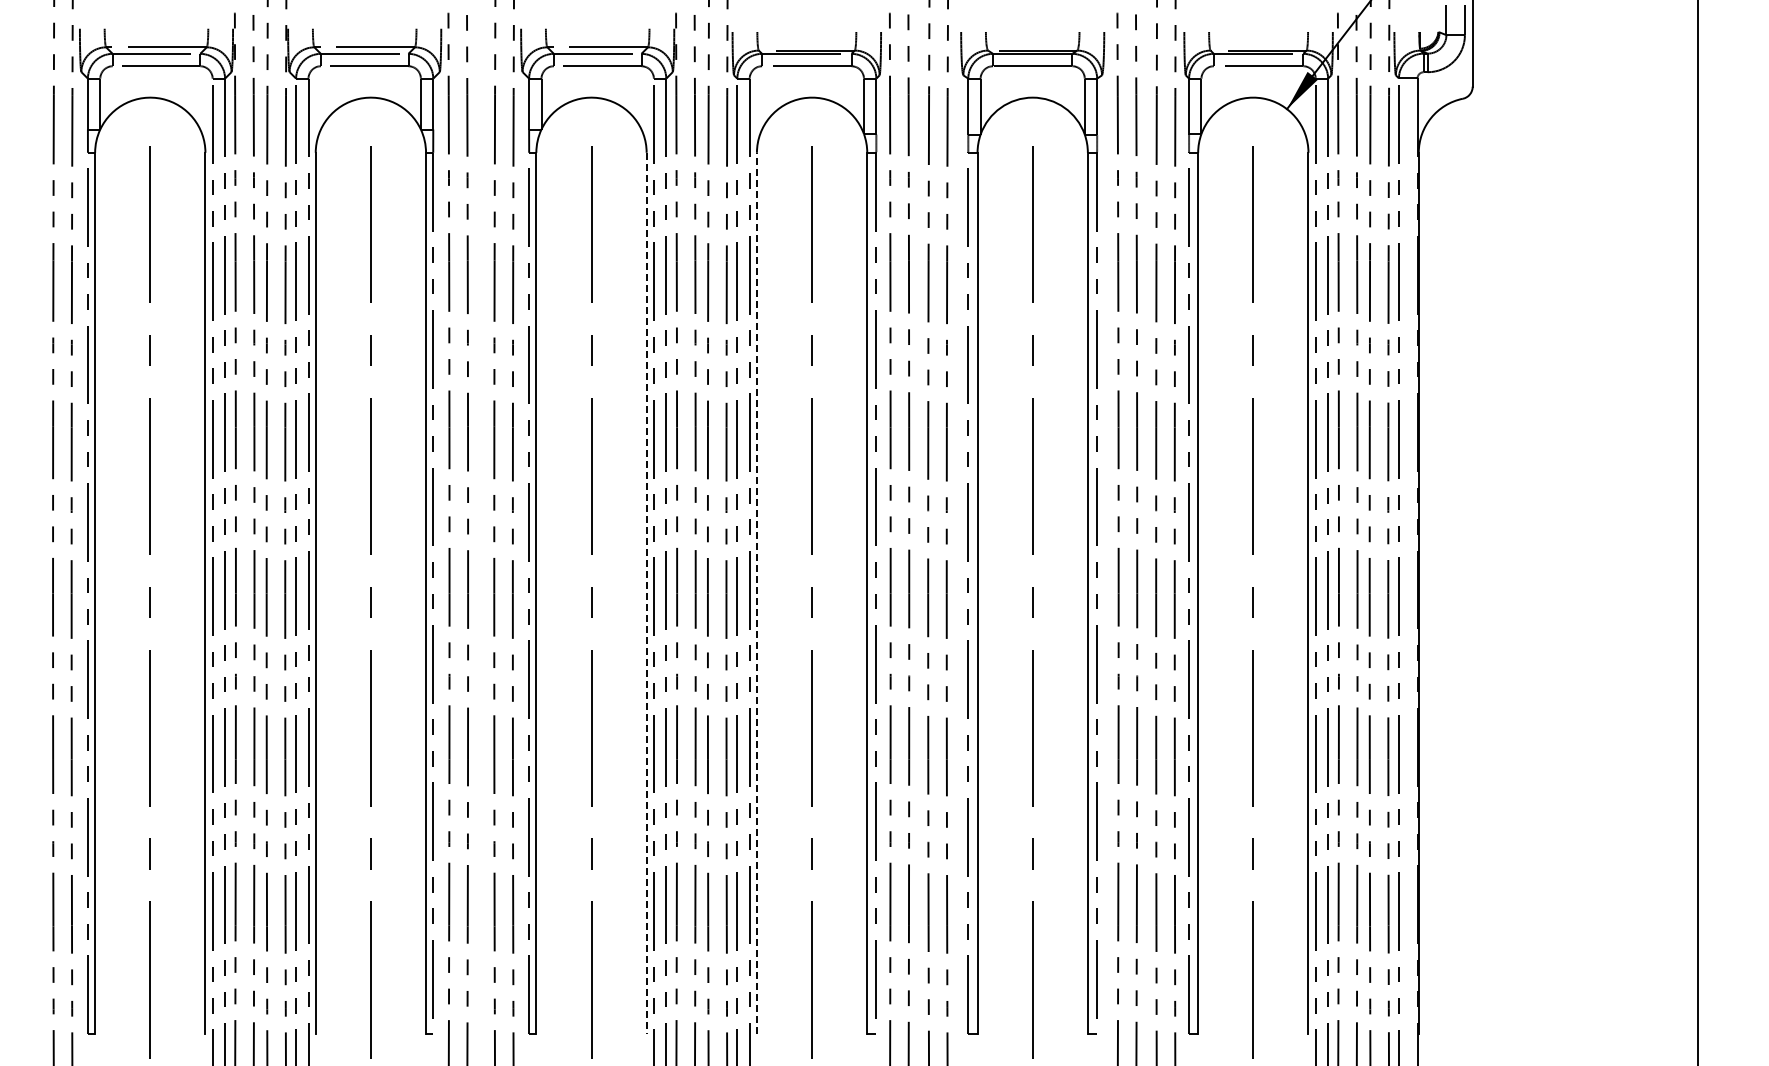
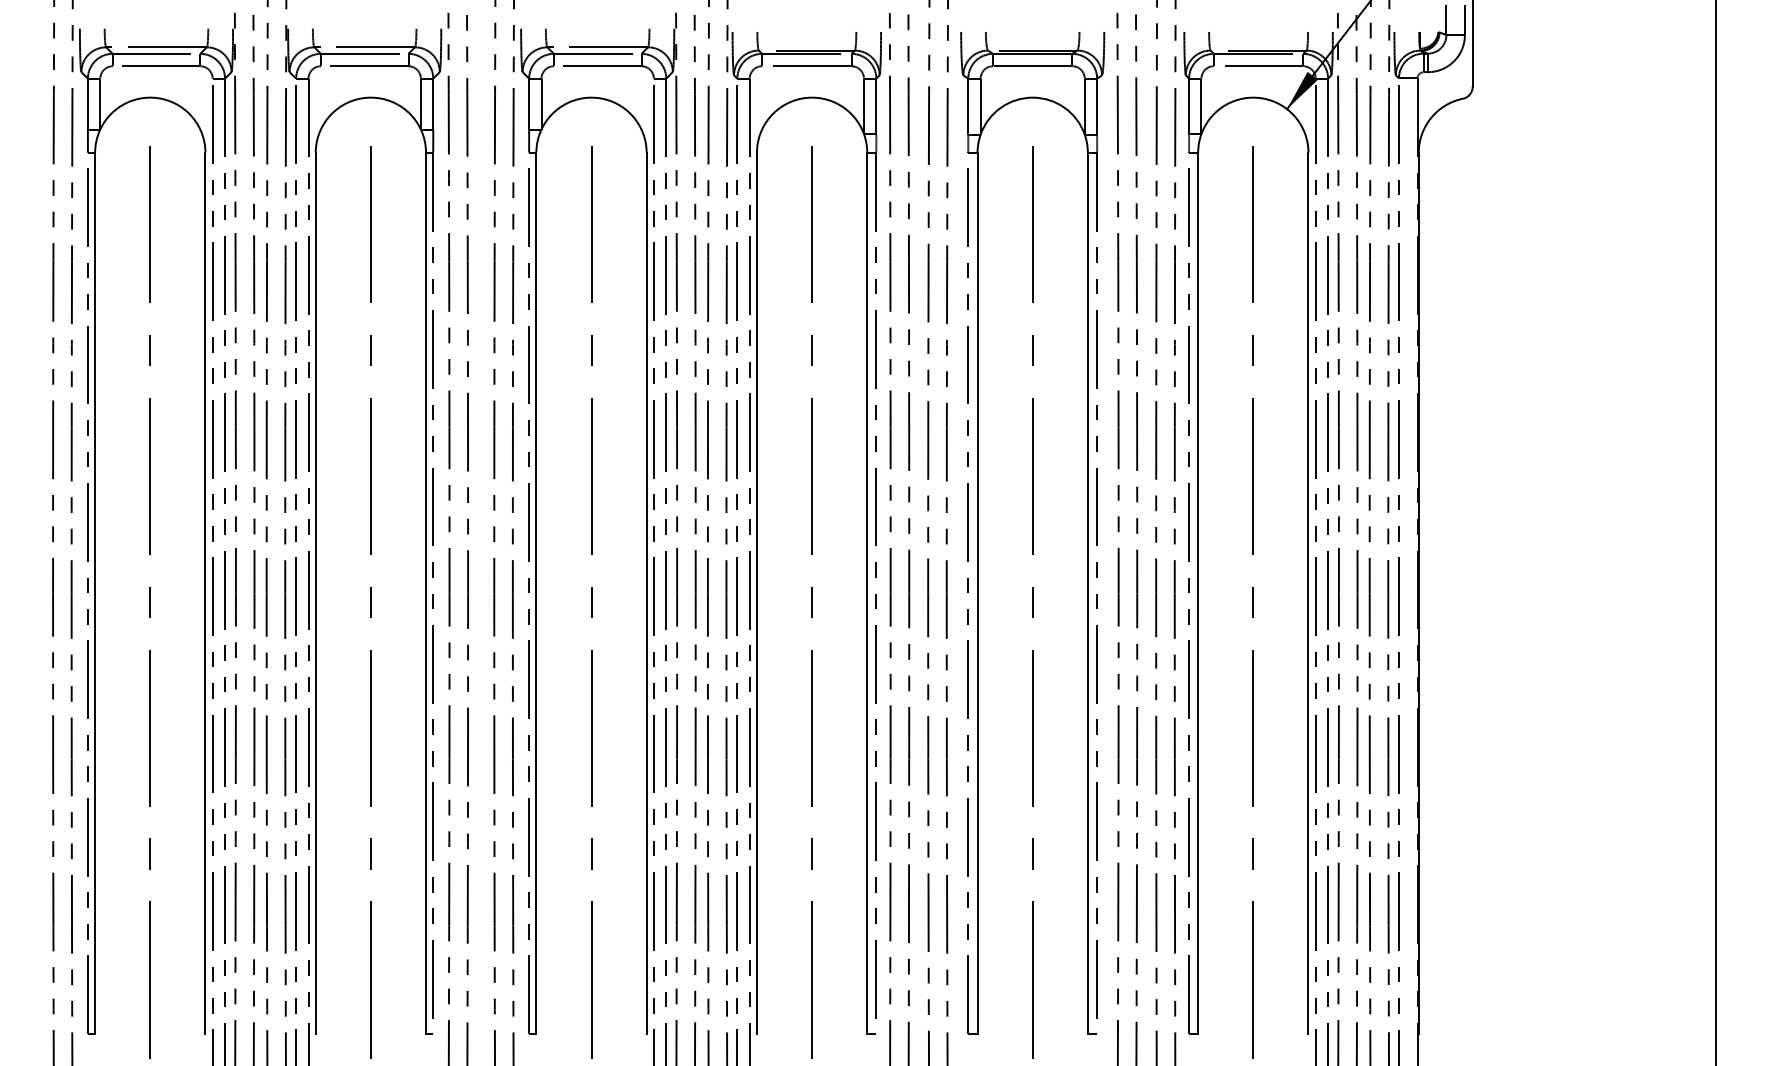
line at (1697, 532) position: (1697, 532) -> (1715, 532)
line at (646, 593): dashed -> solid
line at (756, 593): dashed -> solid
